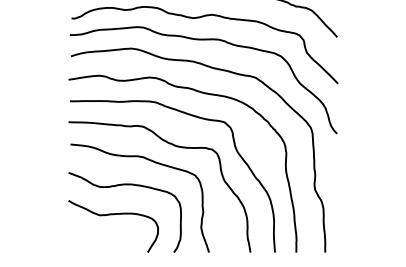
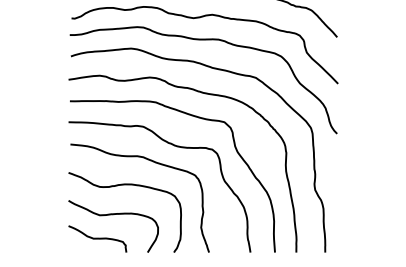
curve at (97, 238): none -> present
